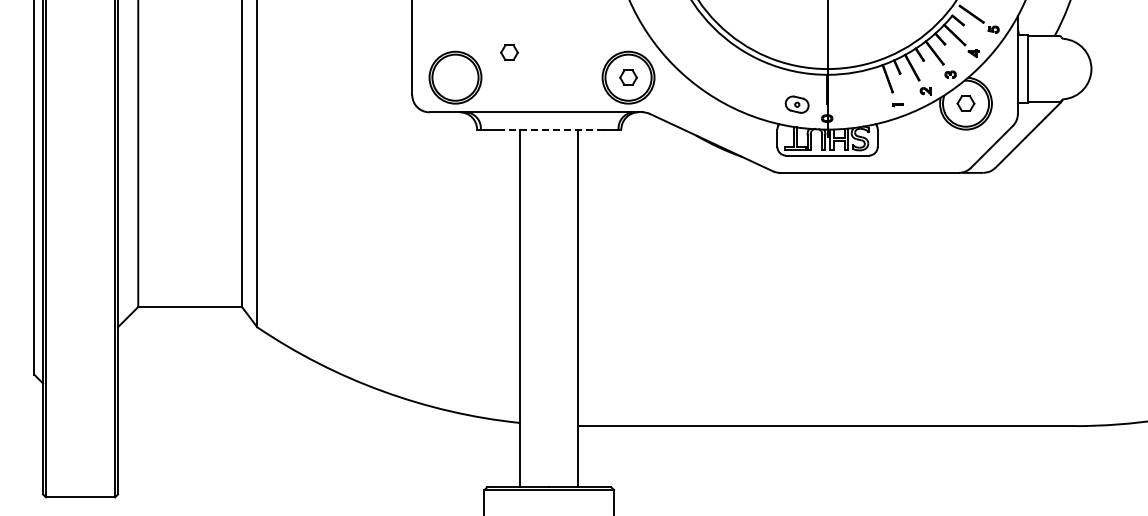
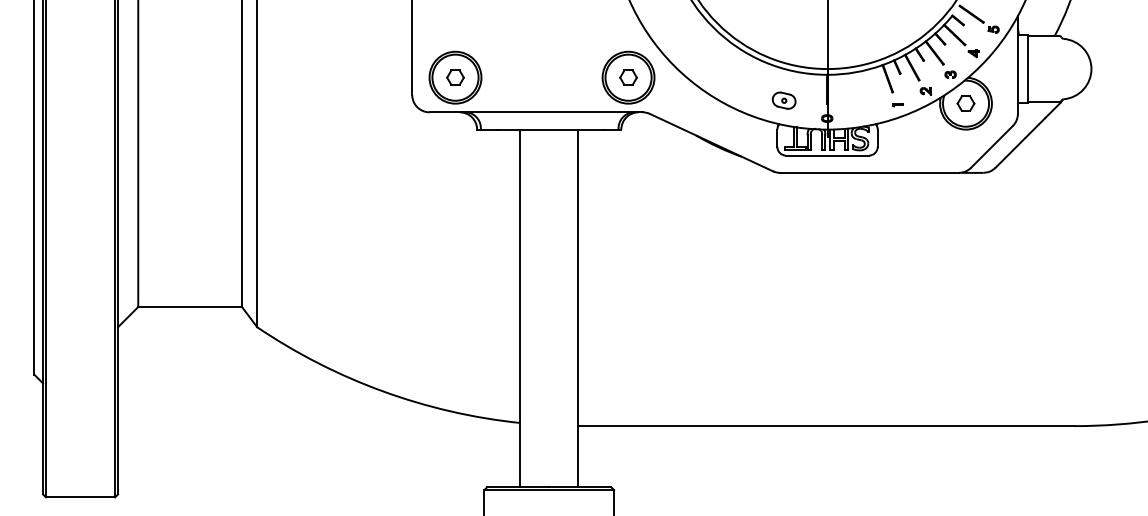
part at (509, 52) position: (509, 52) -> (455, 77)
part at (796, 104) position: (796, 104) -> (783, 100)
line at (550, 129): dashed -> solid
